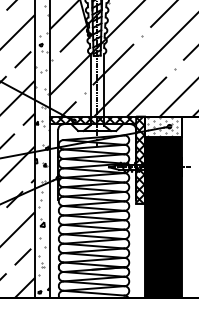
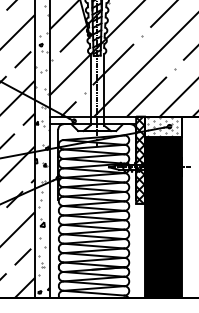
hatch at (92, 120): present -> none
